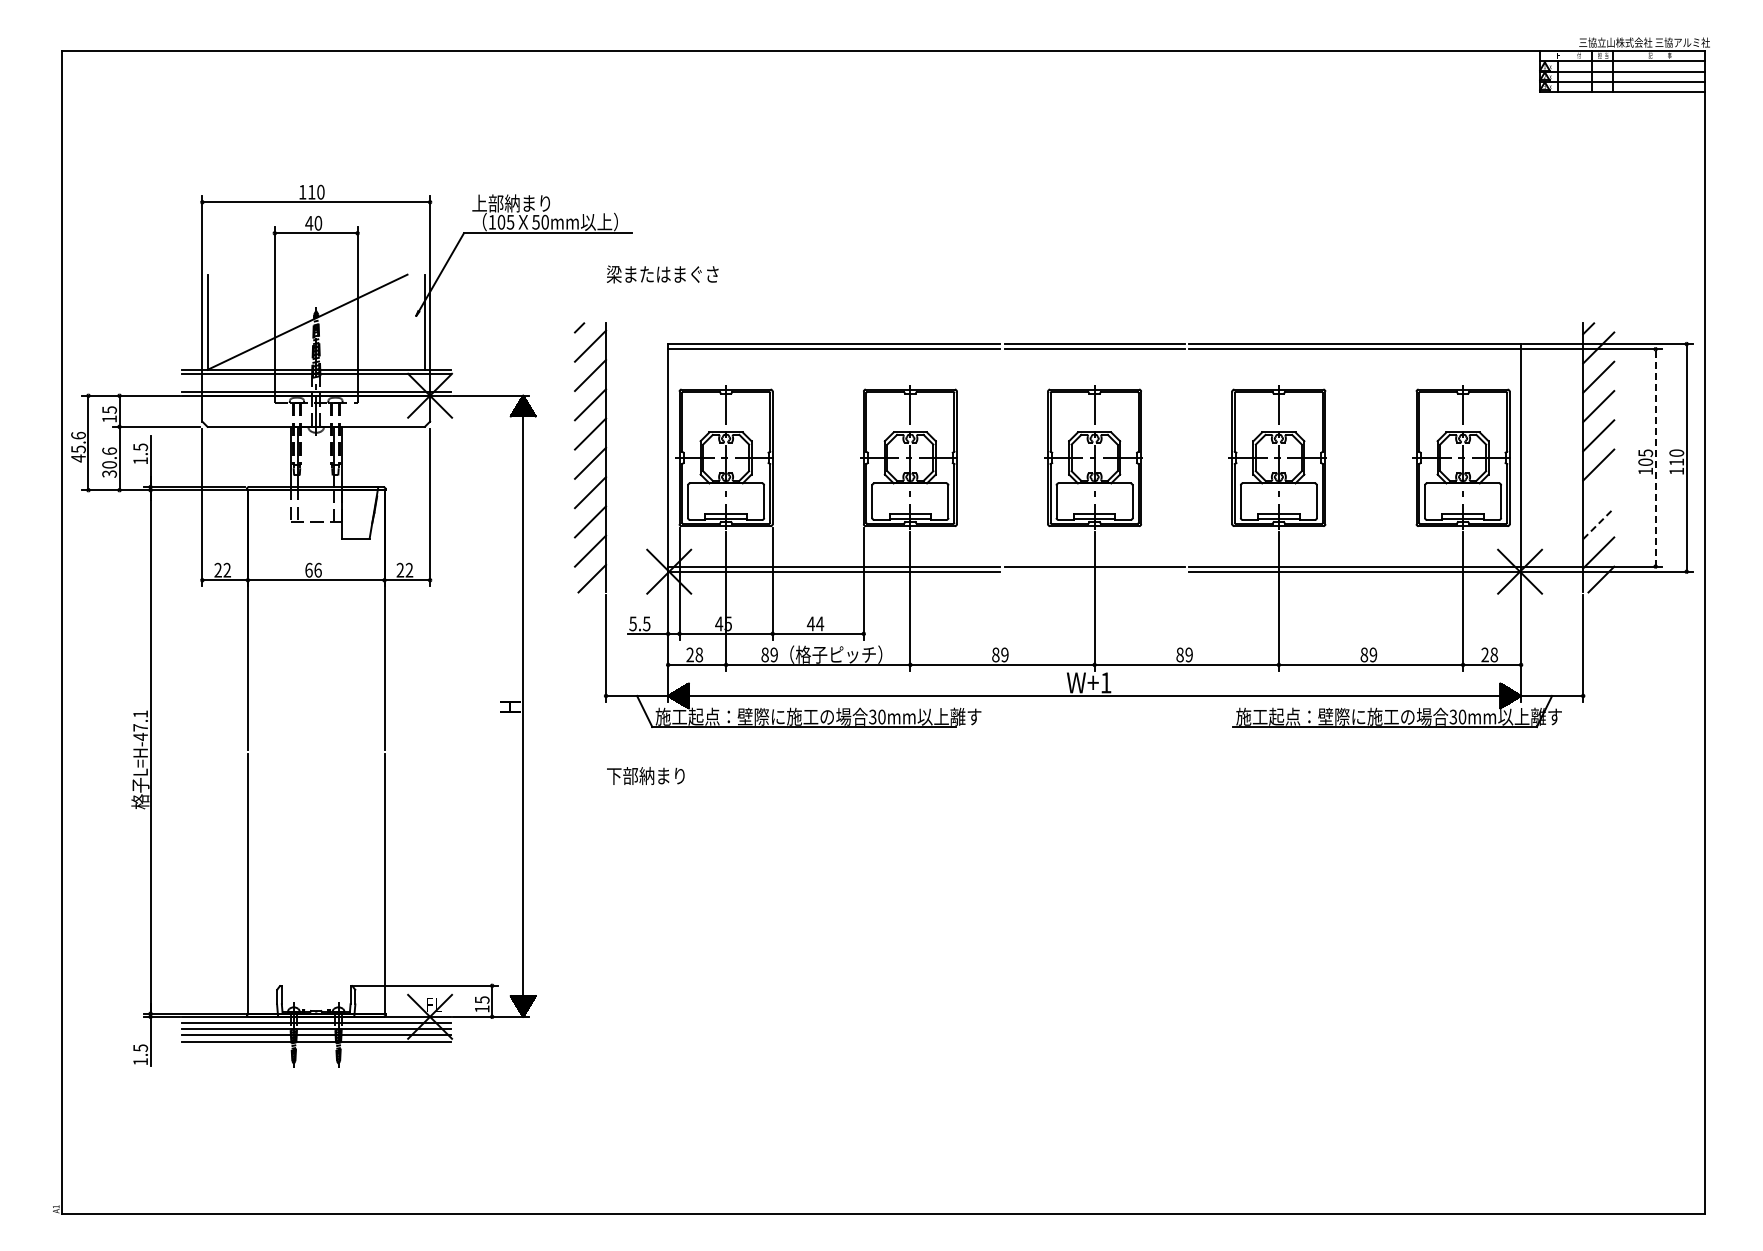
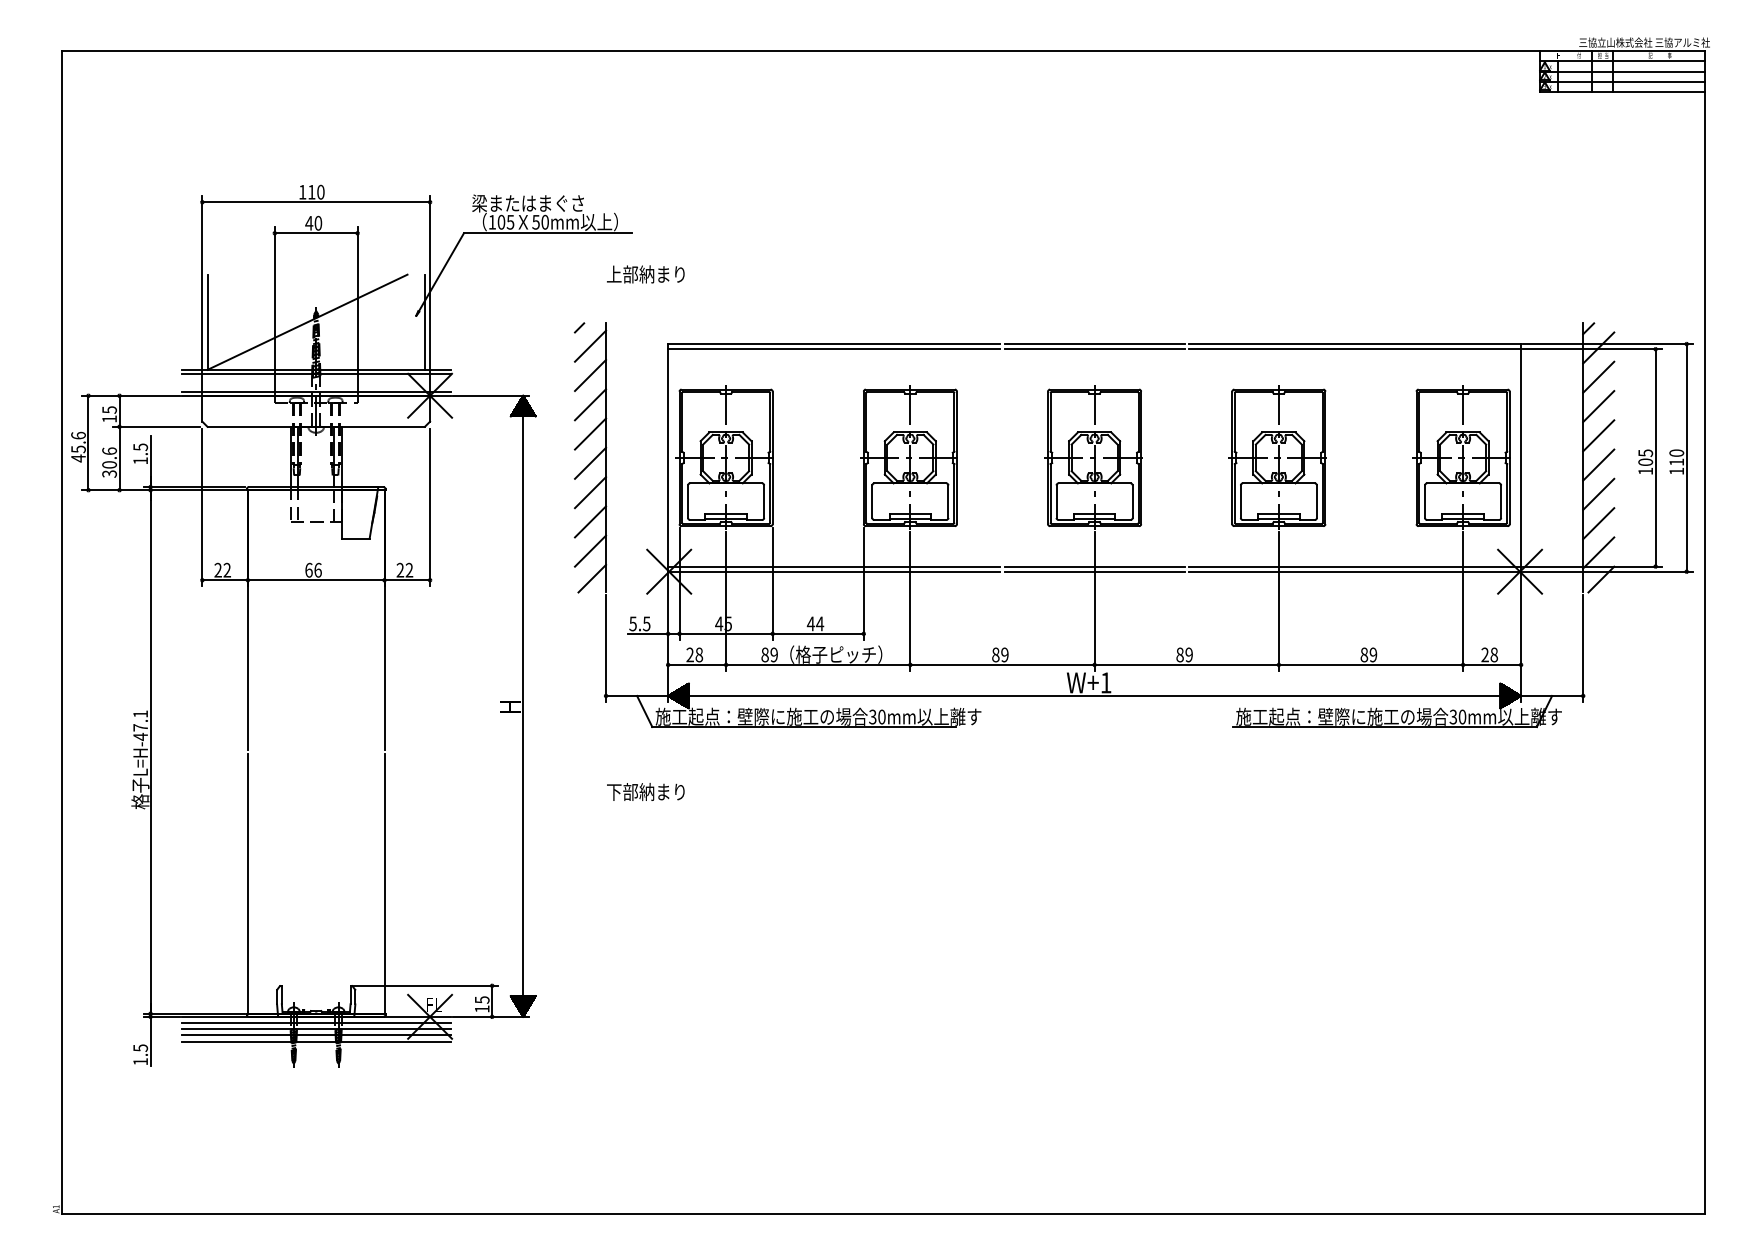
text at (527, 203): 上部納まり -> 梁またはまぐさ
text at (662, 274): 梁またはまぐさ -> 上部納まり
line at (1655, 457): dashed -> solid
line at (1598, 493): none -> present
line at (1598, 523): dashed -> solid
line at (1094, 571): none -> present
text at (645, 775) position: (645, 775) -> (645, 791)
